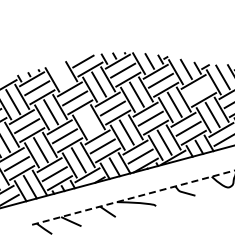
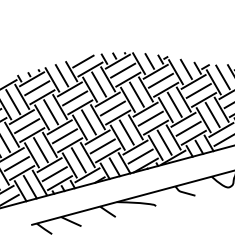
line at (61, 75): none -> present
line at (198, 90): none -> present
line at (88, 122): none -> present
line at (133, 197): dashed -> solid
